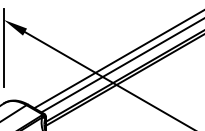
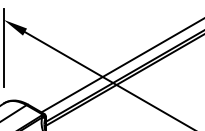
line at (117, 59): present -> none
